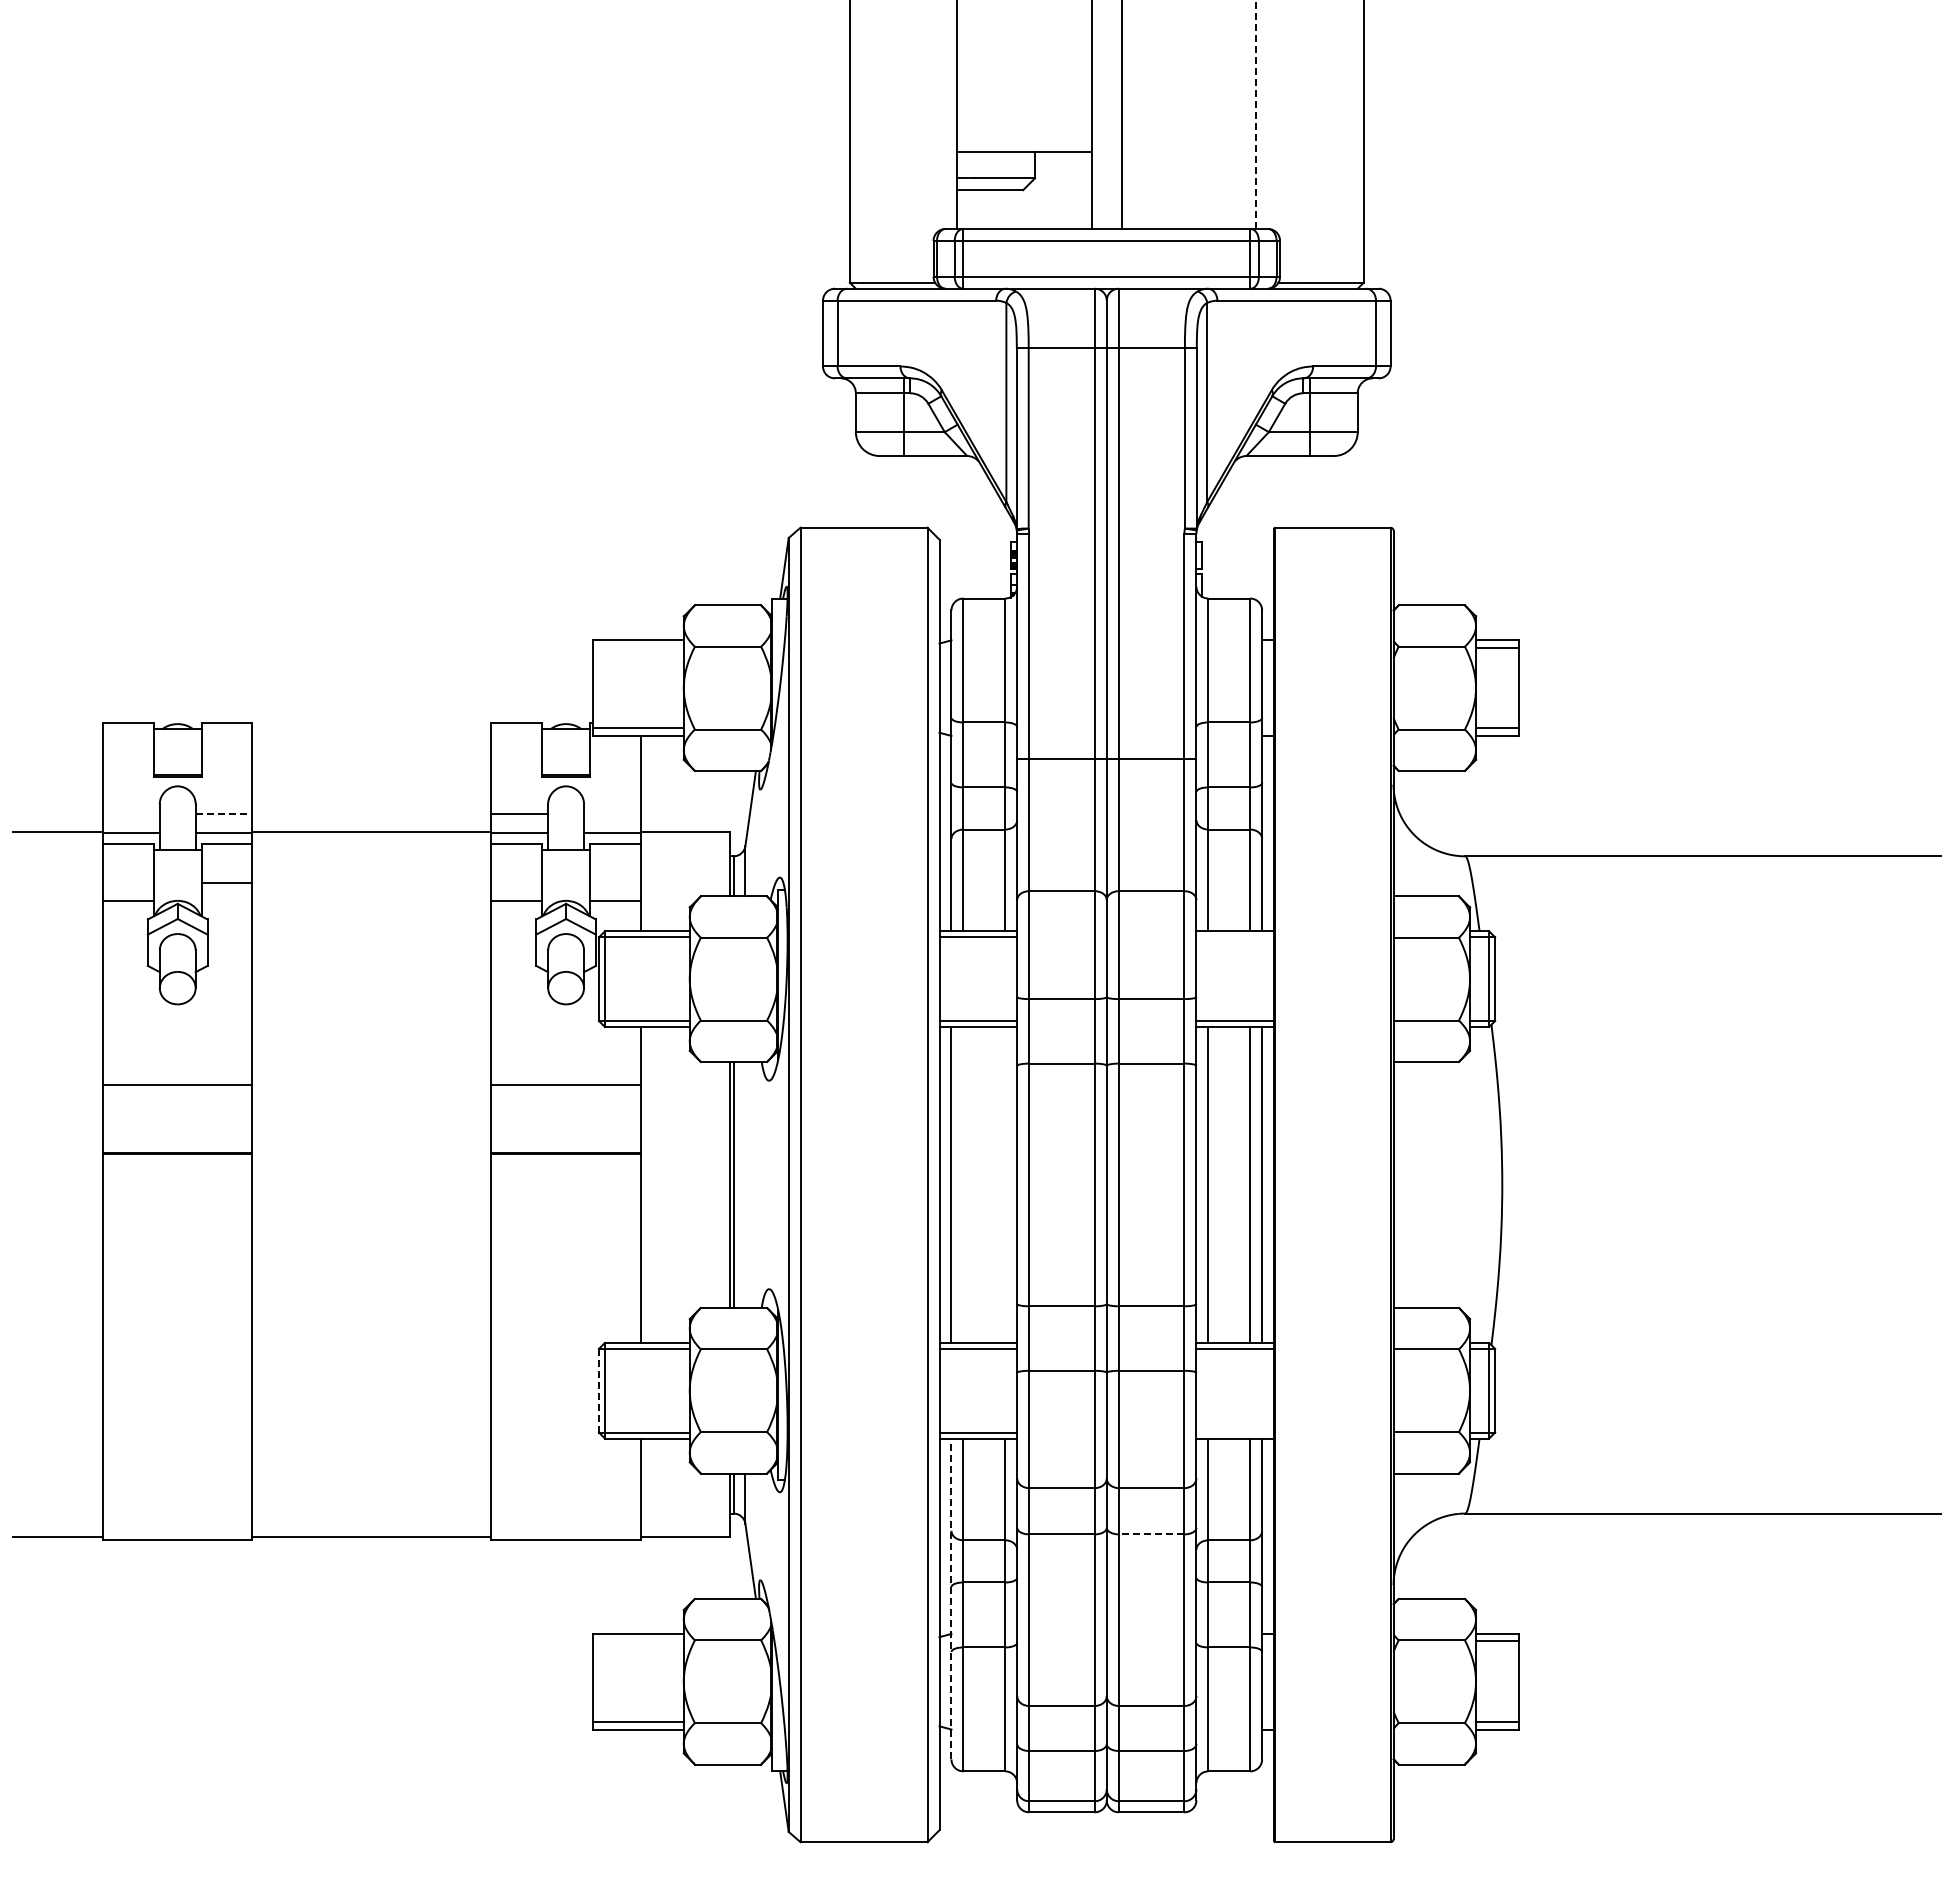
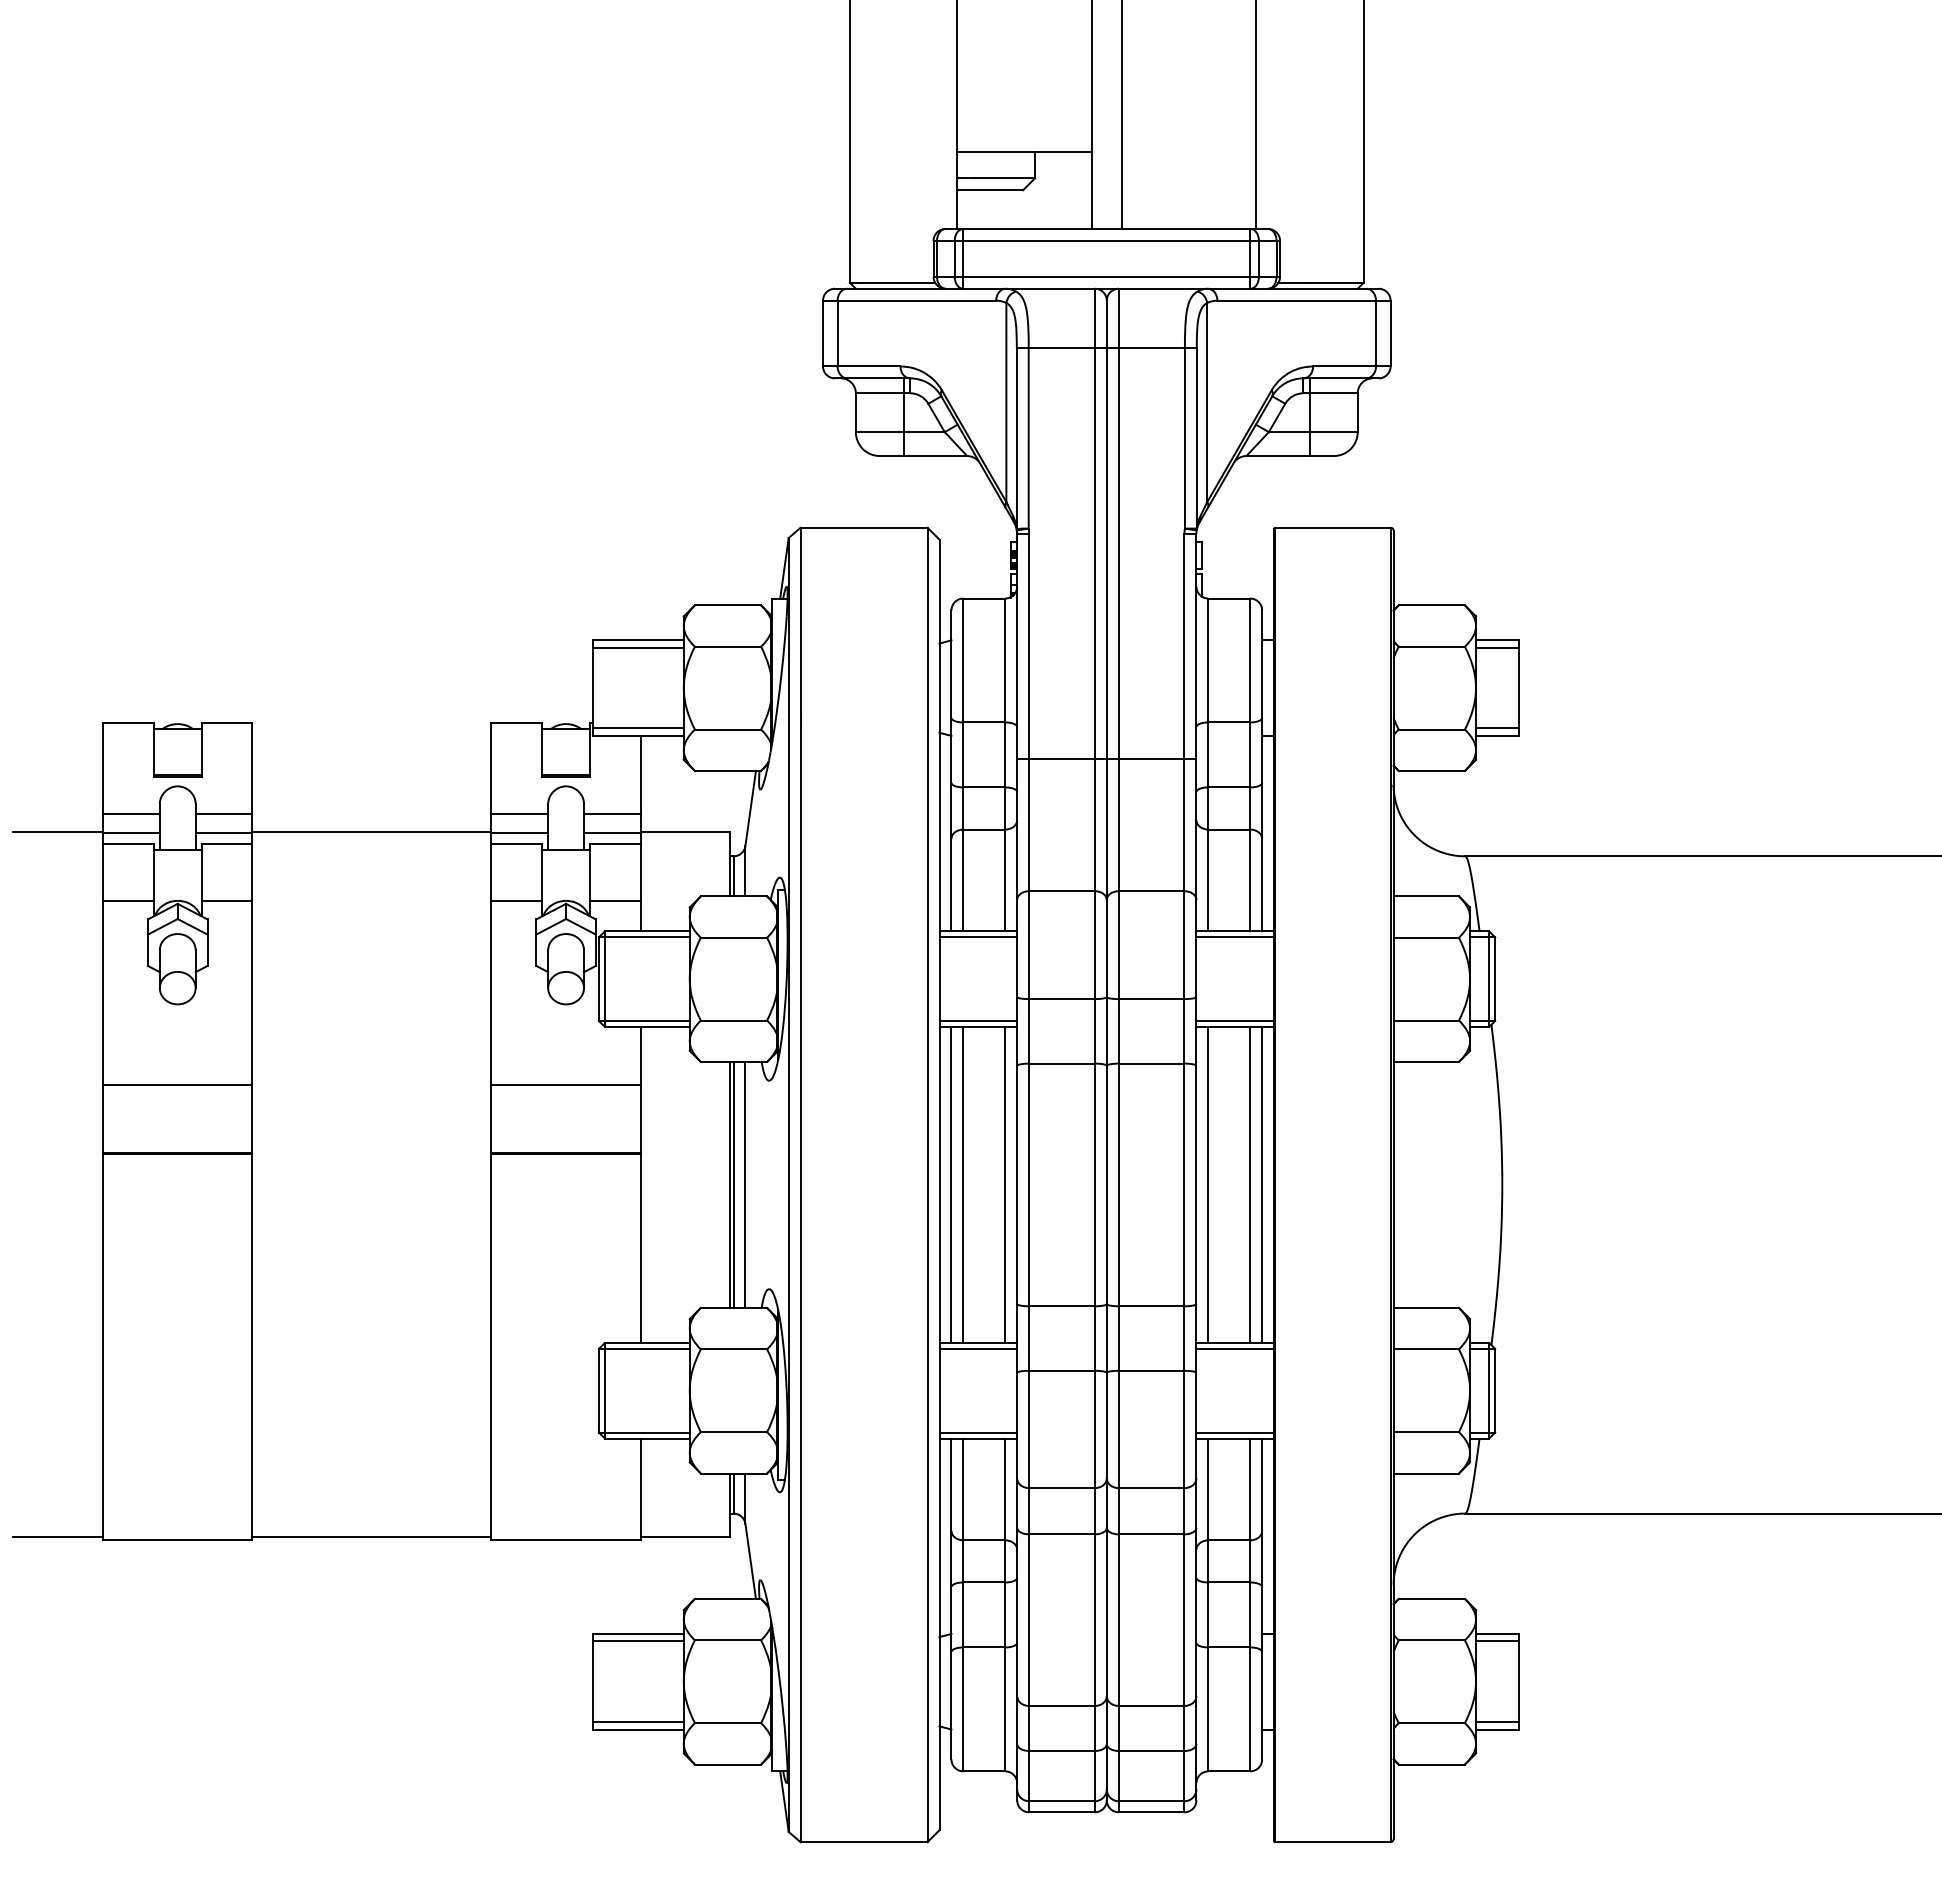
line at (1256, 114): dashed -> solid
line at (637, 647): none -> present
line at (131, 814): none -> present
line at (224, 814): dashed -> solid
line at (612, 814): none -> present
line at (226, 883) position: (226, 883) -> (226, 901)
line at (1235, 937): none -> present
line at (745, 1184): none -> present
line at (963, 1184): none -> present
line at (1005, 1184): none -> present
line at (598, 1390): dashed -> solid
line at (1235, 1432): none -> present
line at (1151, 1534): dashed -> solid
line at (951, 1598): dashed -> solid
line at (637, 1641): none -> present
